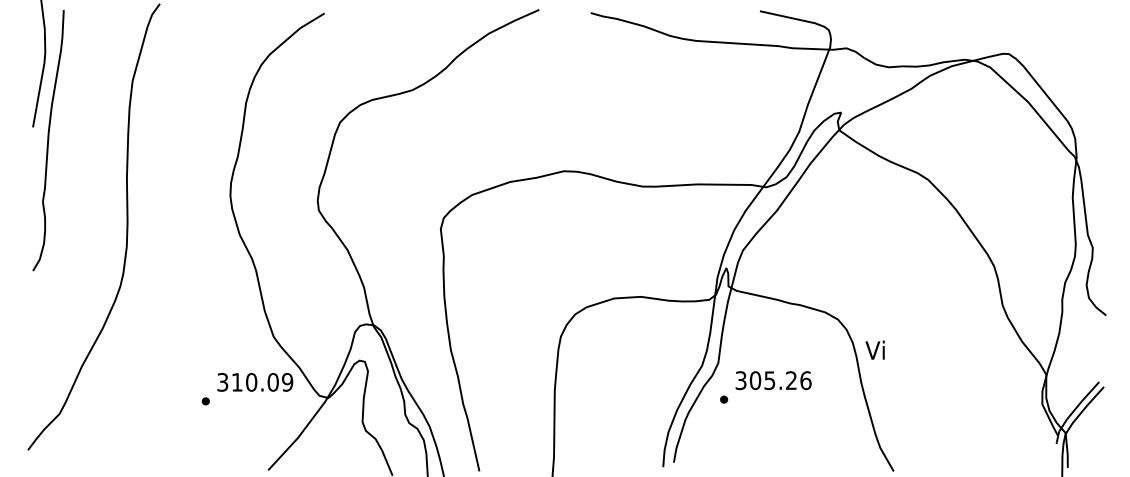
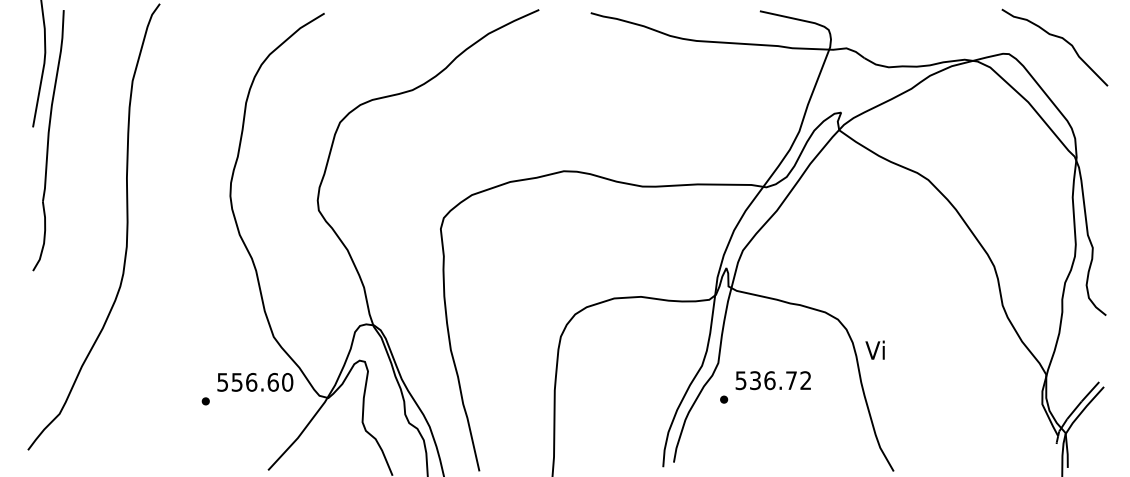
curve at (1056, 37): none -> present
text at (773, 380): 305.26 -> 536.72
text at (255, 381): 310.09 -> 556.60
